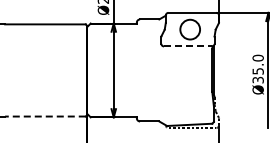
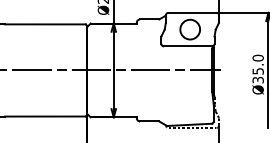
line at (187, 46): dashed -> solid
line at (111, 70): none -> present
line at (44, 116): dashed -> solid
